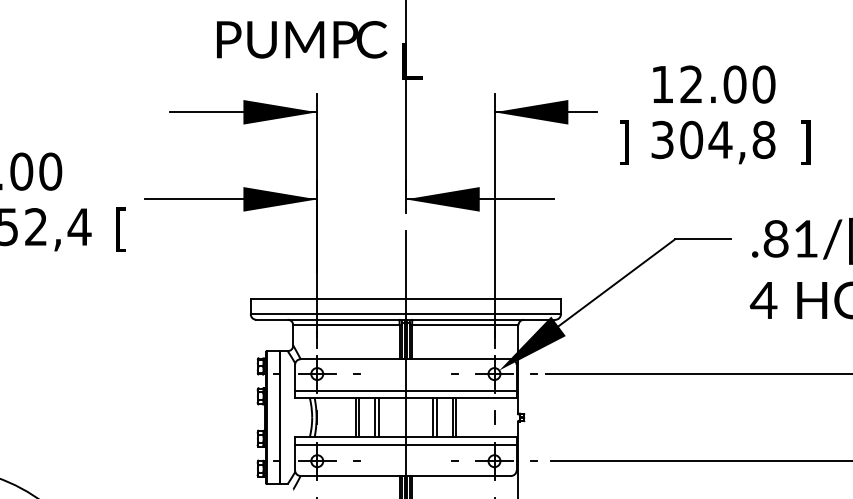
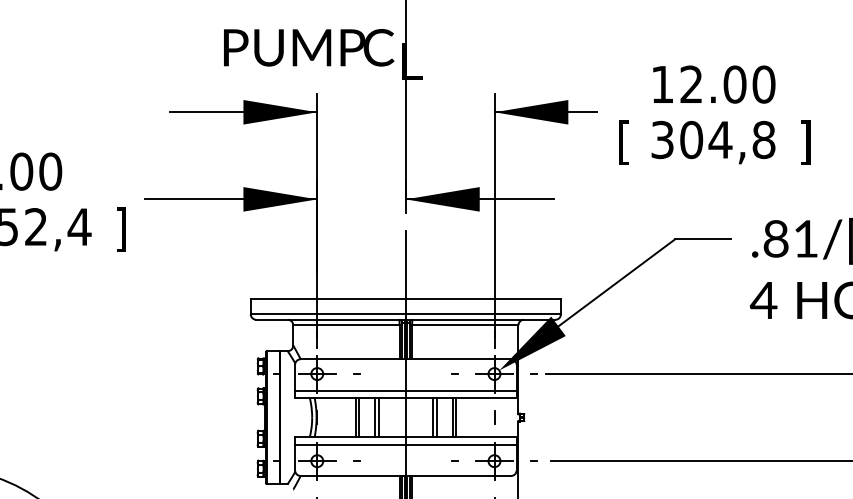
text at (302, 39) position: (302, 39) -> (309, 47)
text at (623, 142): ] -> [
text at (120, 229): [ -> ]
